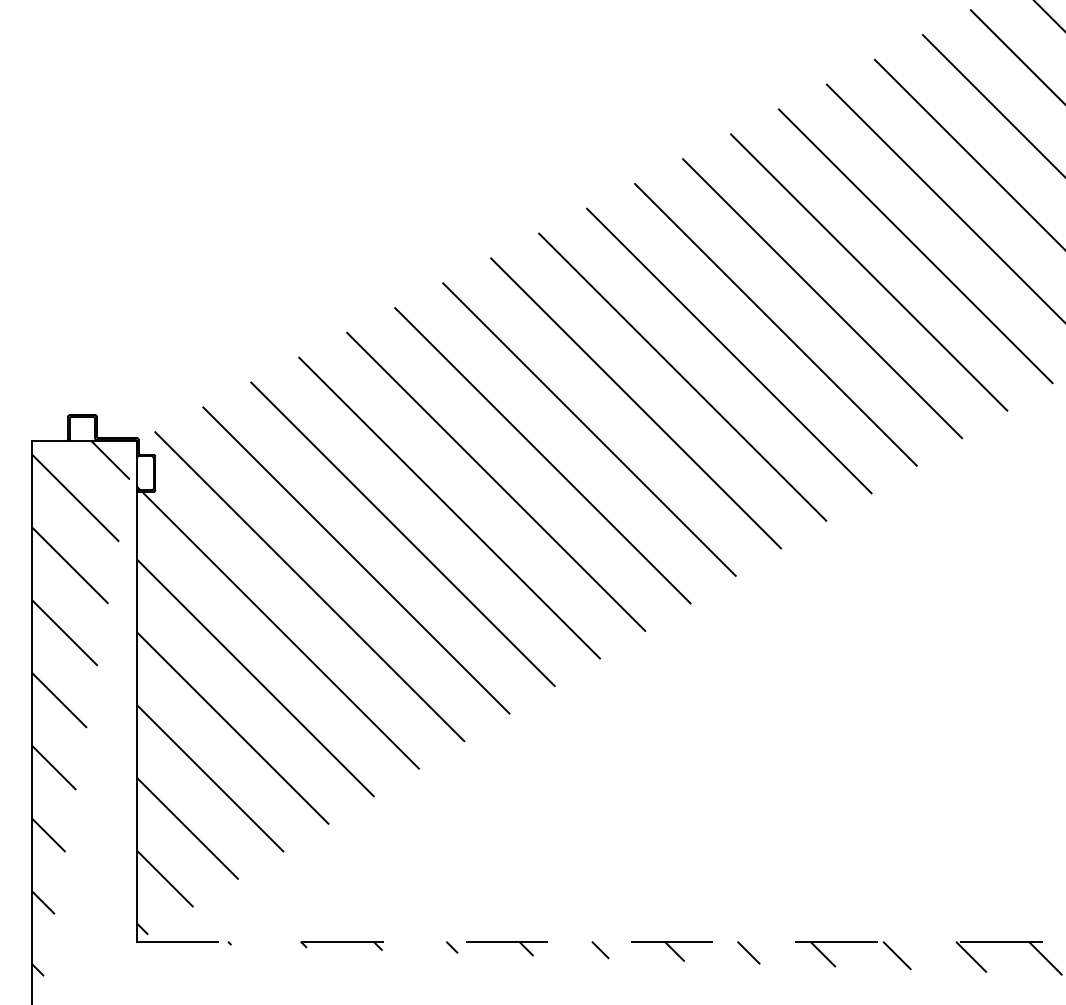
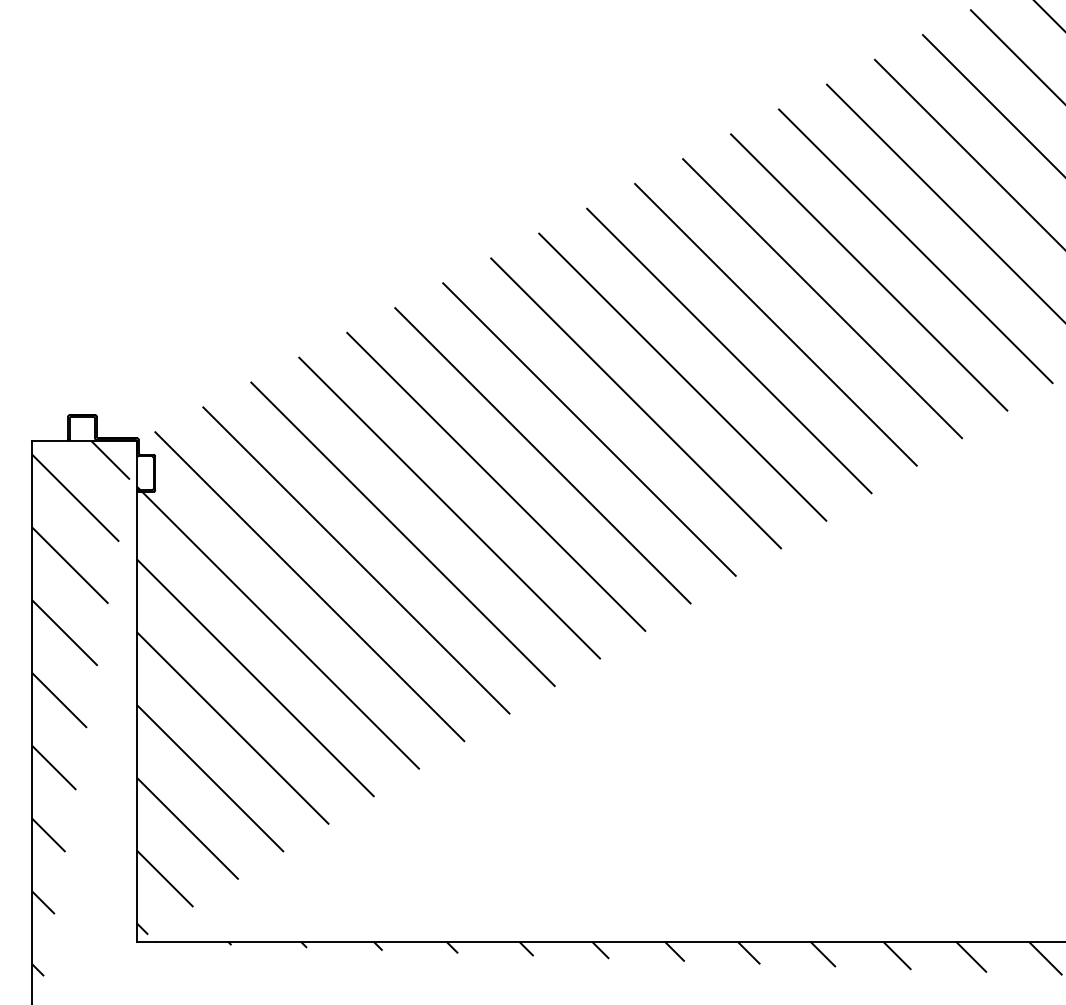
line at (601, 941): dashed -> solid
